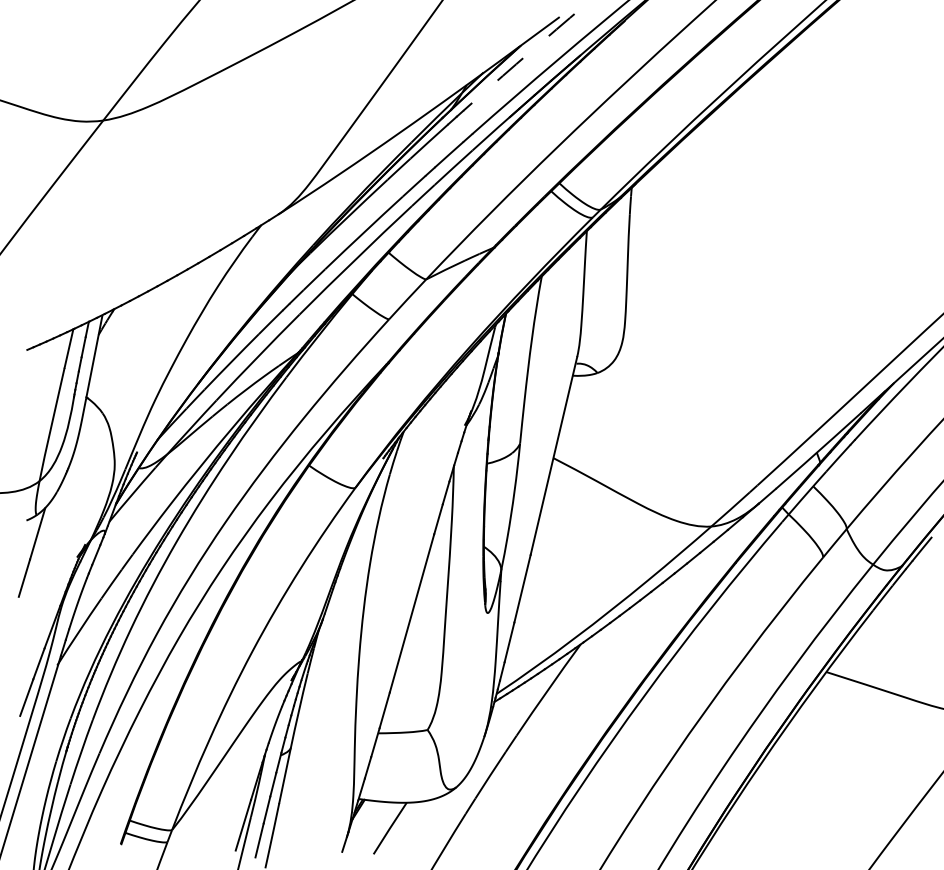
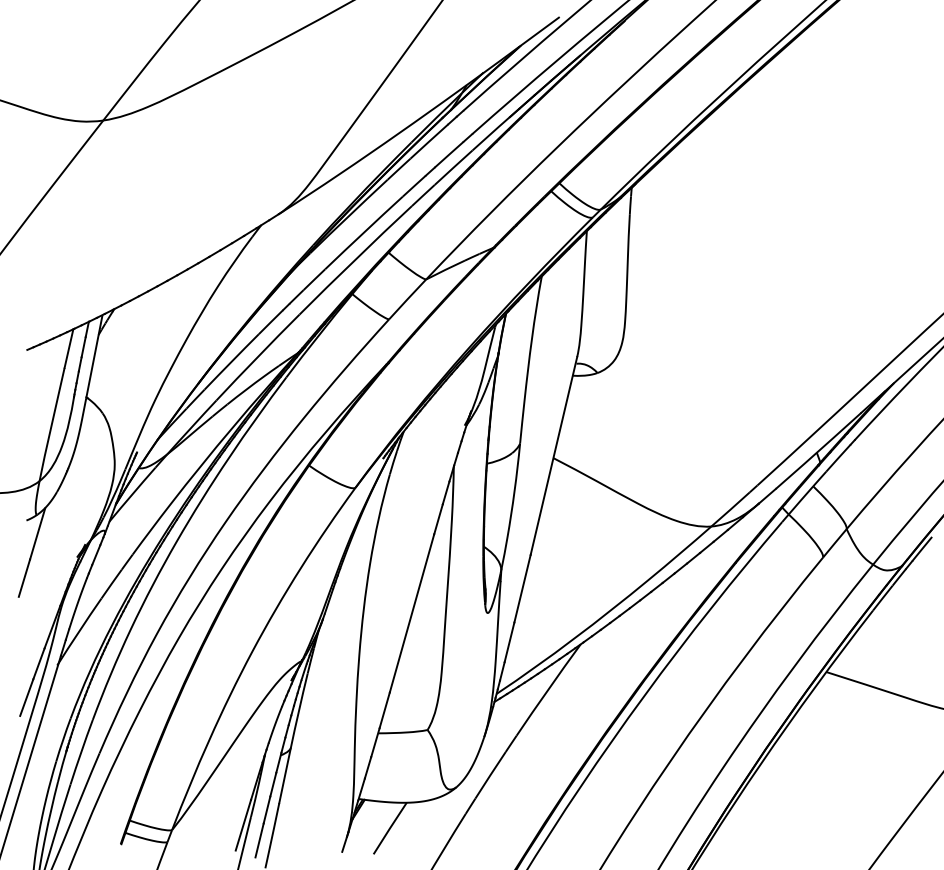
arc at (526, 55): dashed -> solid
